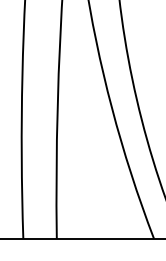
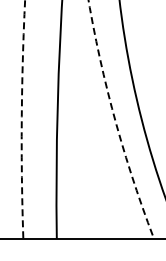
arc at (21, 119): solid -> dashed
arc at (115, 121): solid -> dashed
